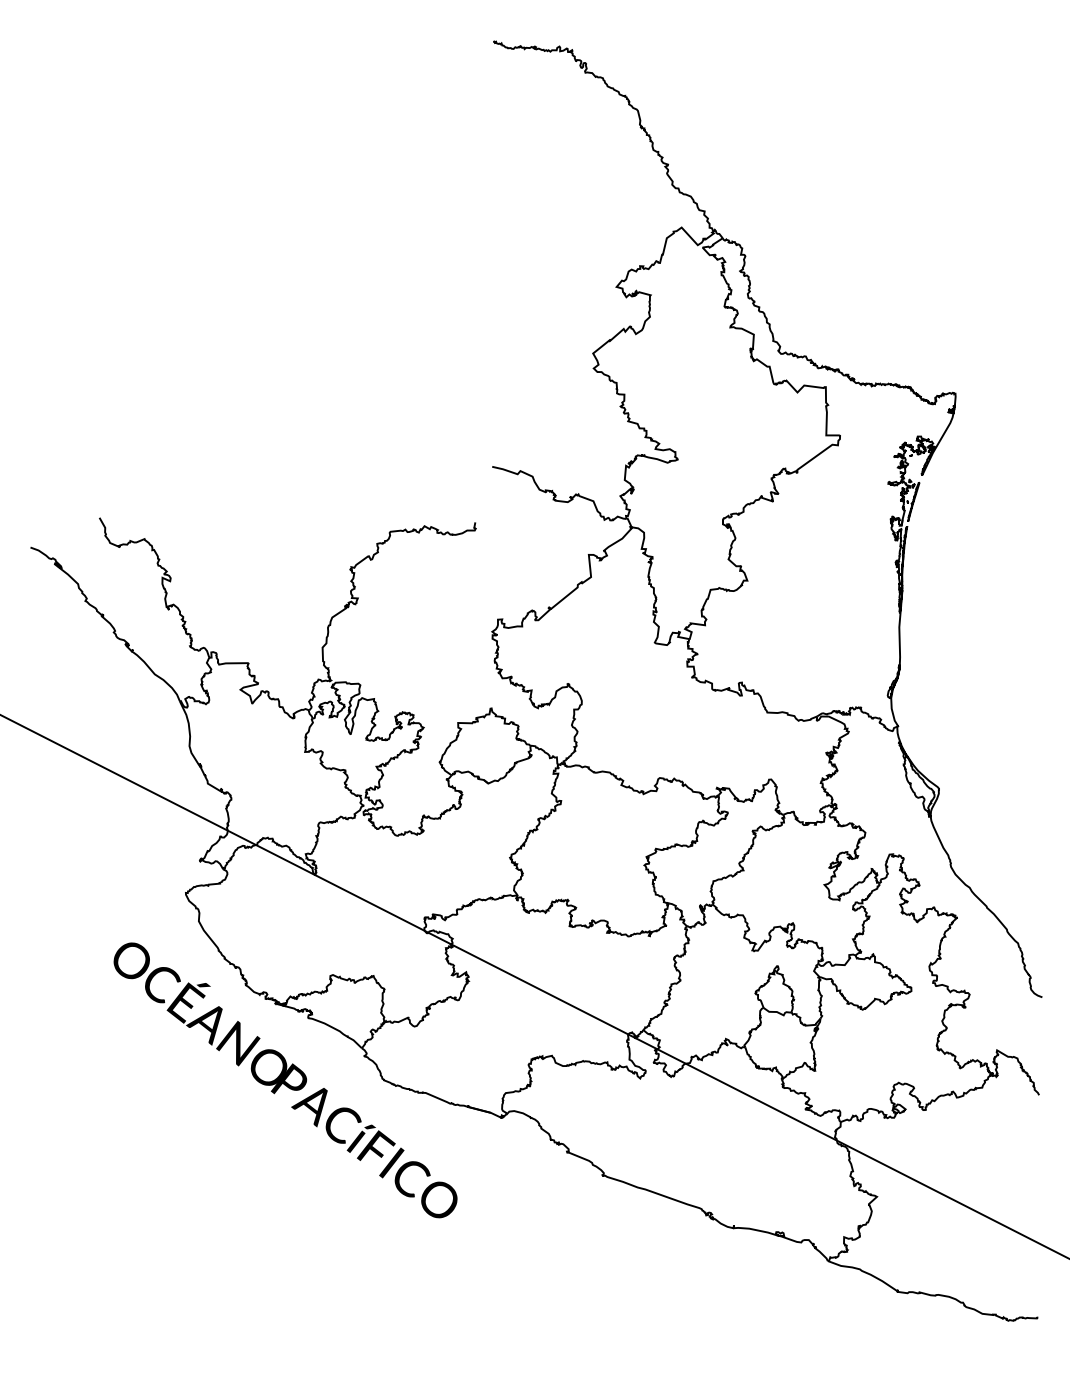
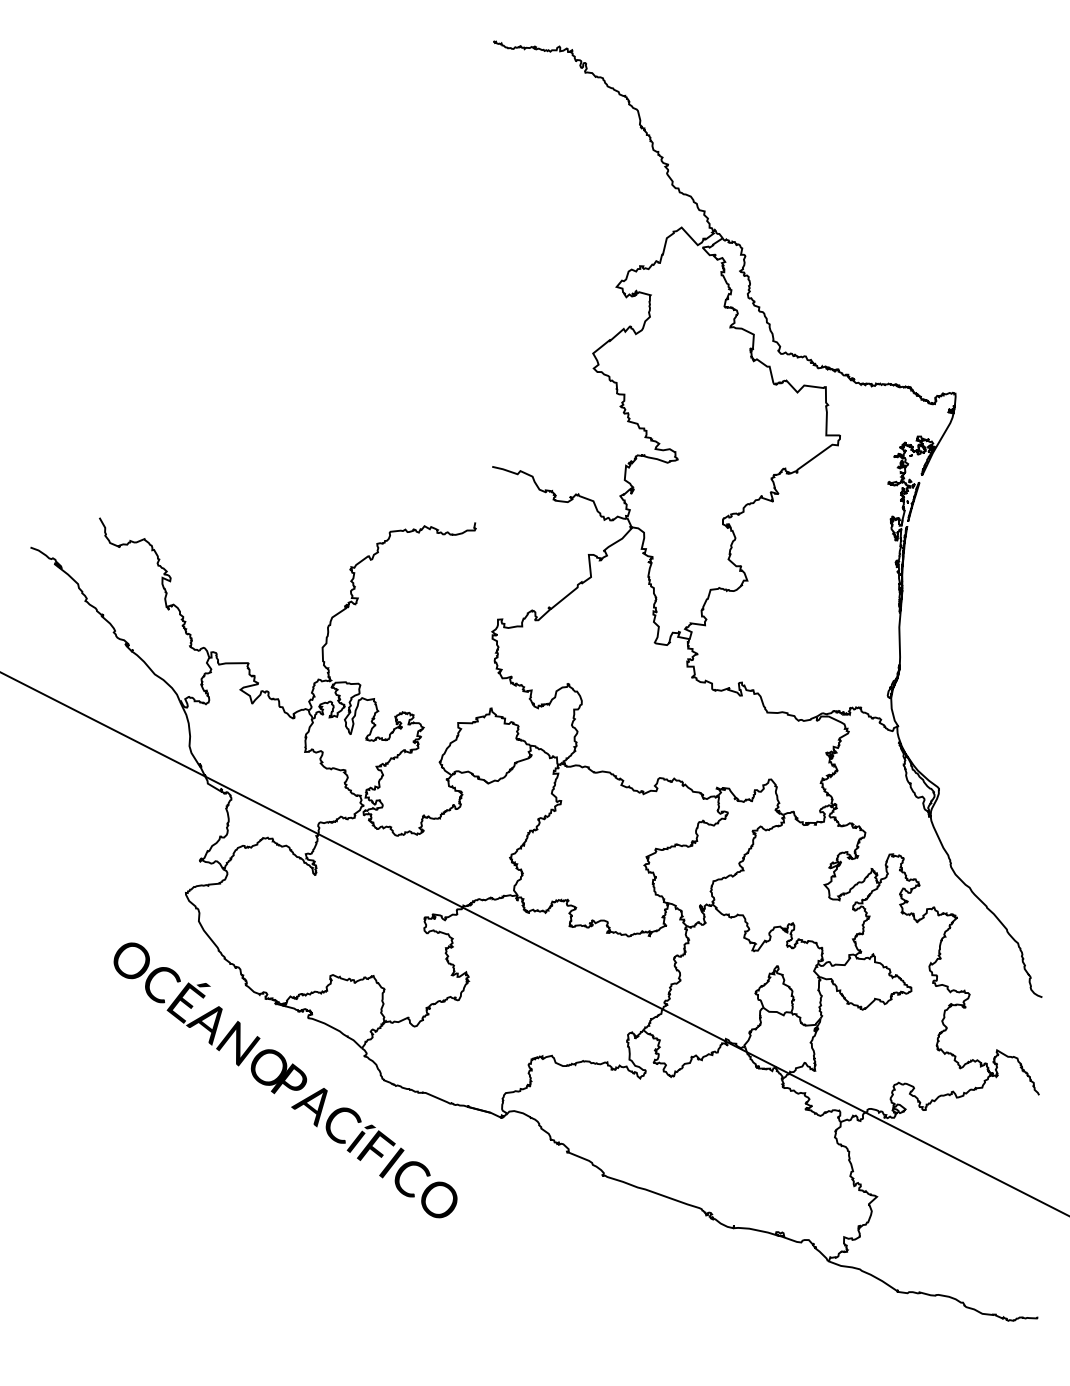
line at (534, 986) position: (534, 986) -> (534, 943)
